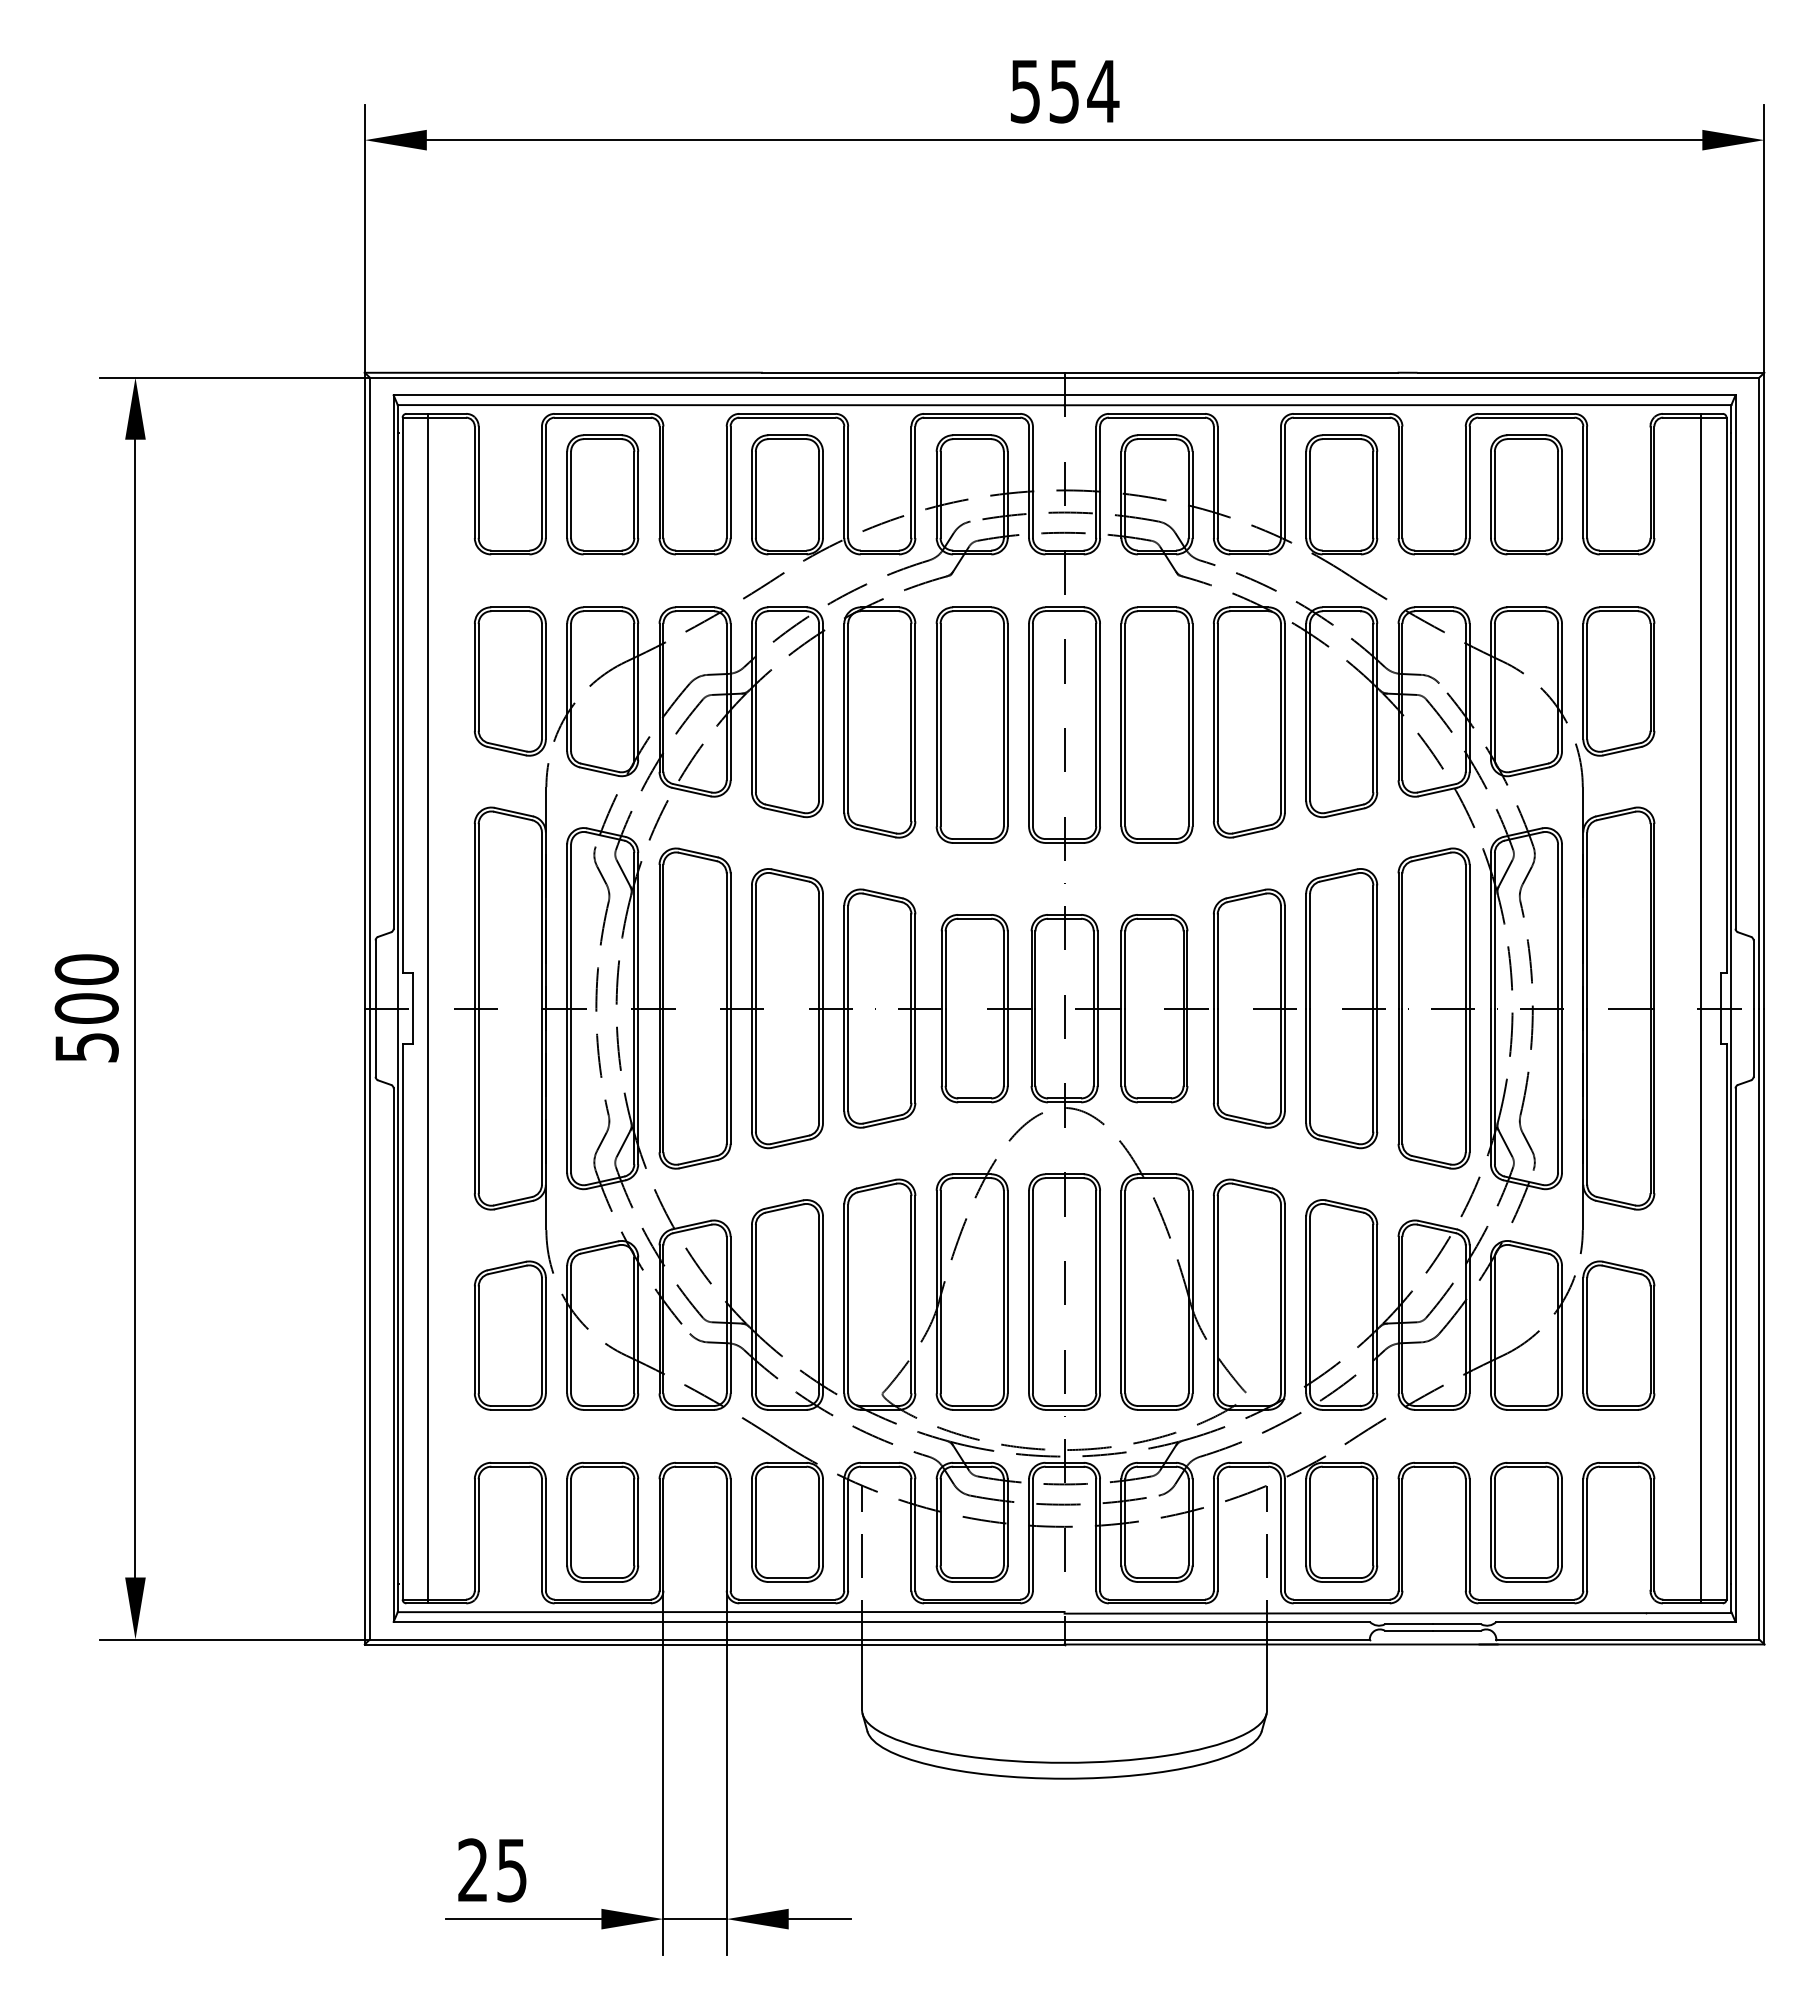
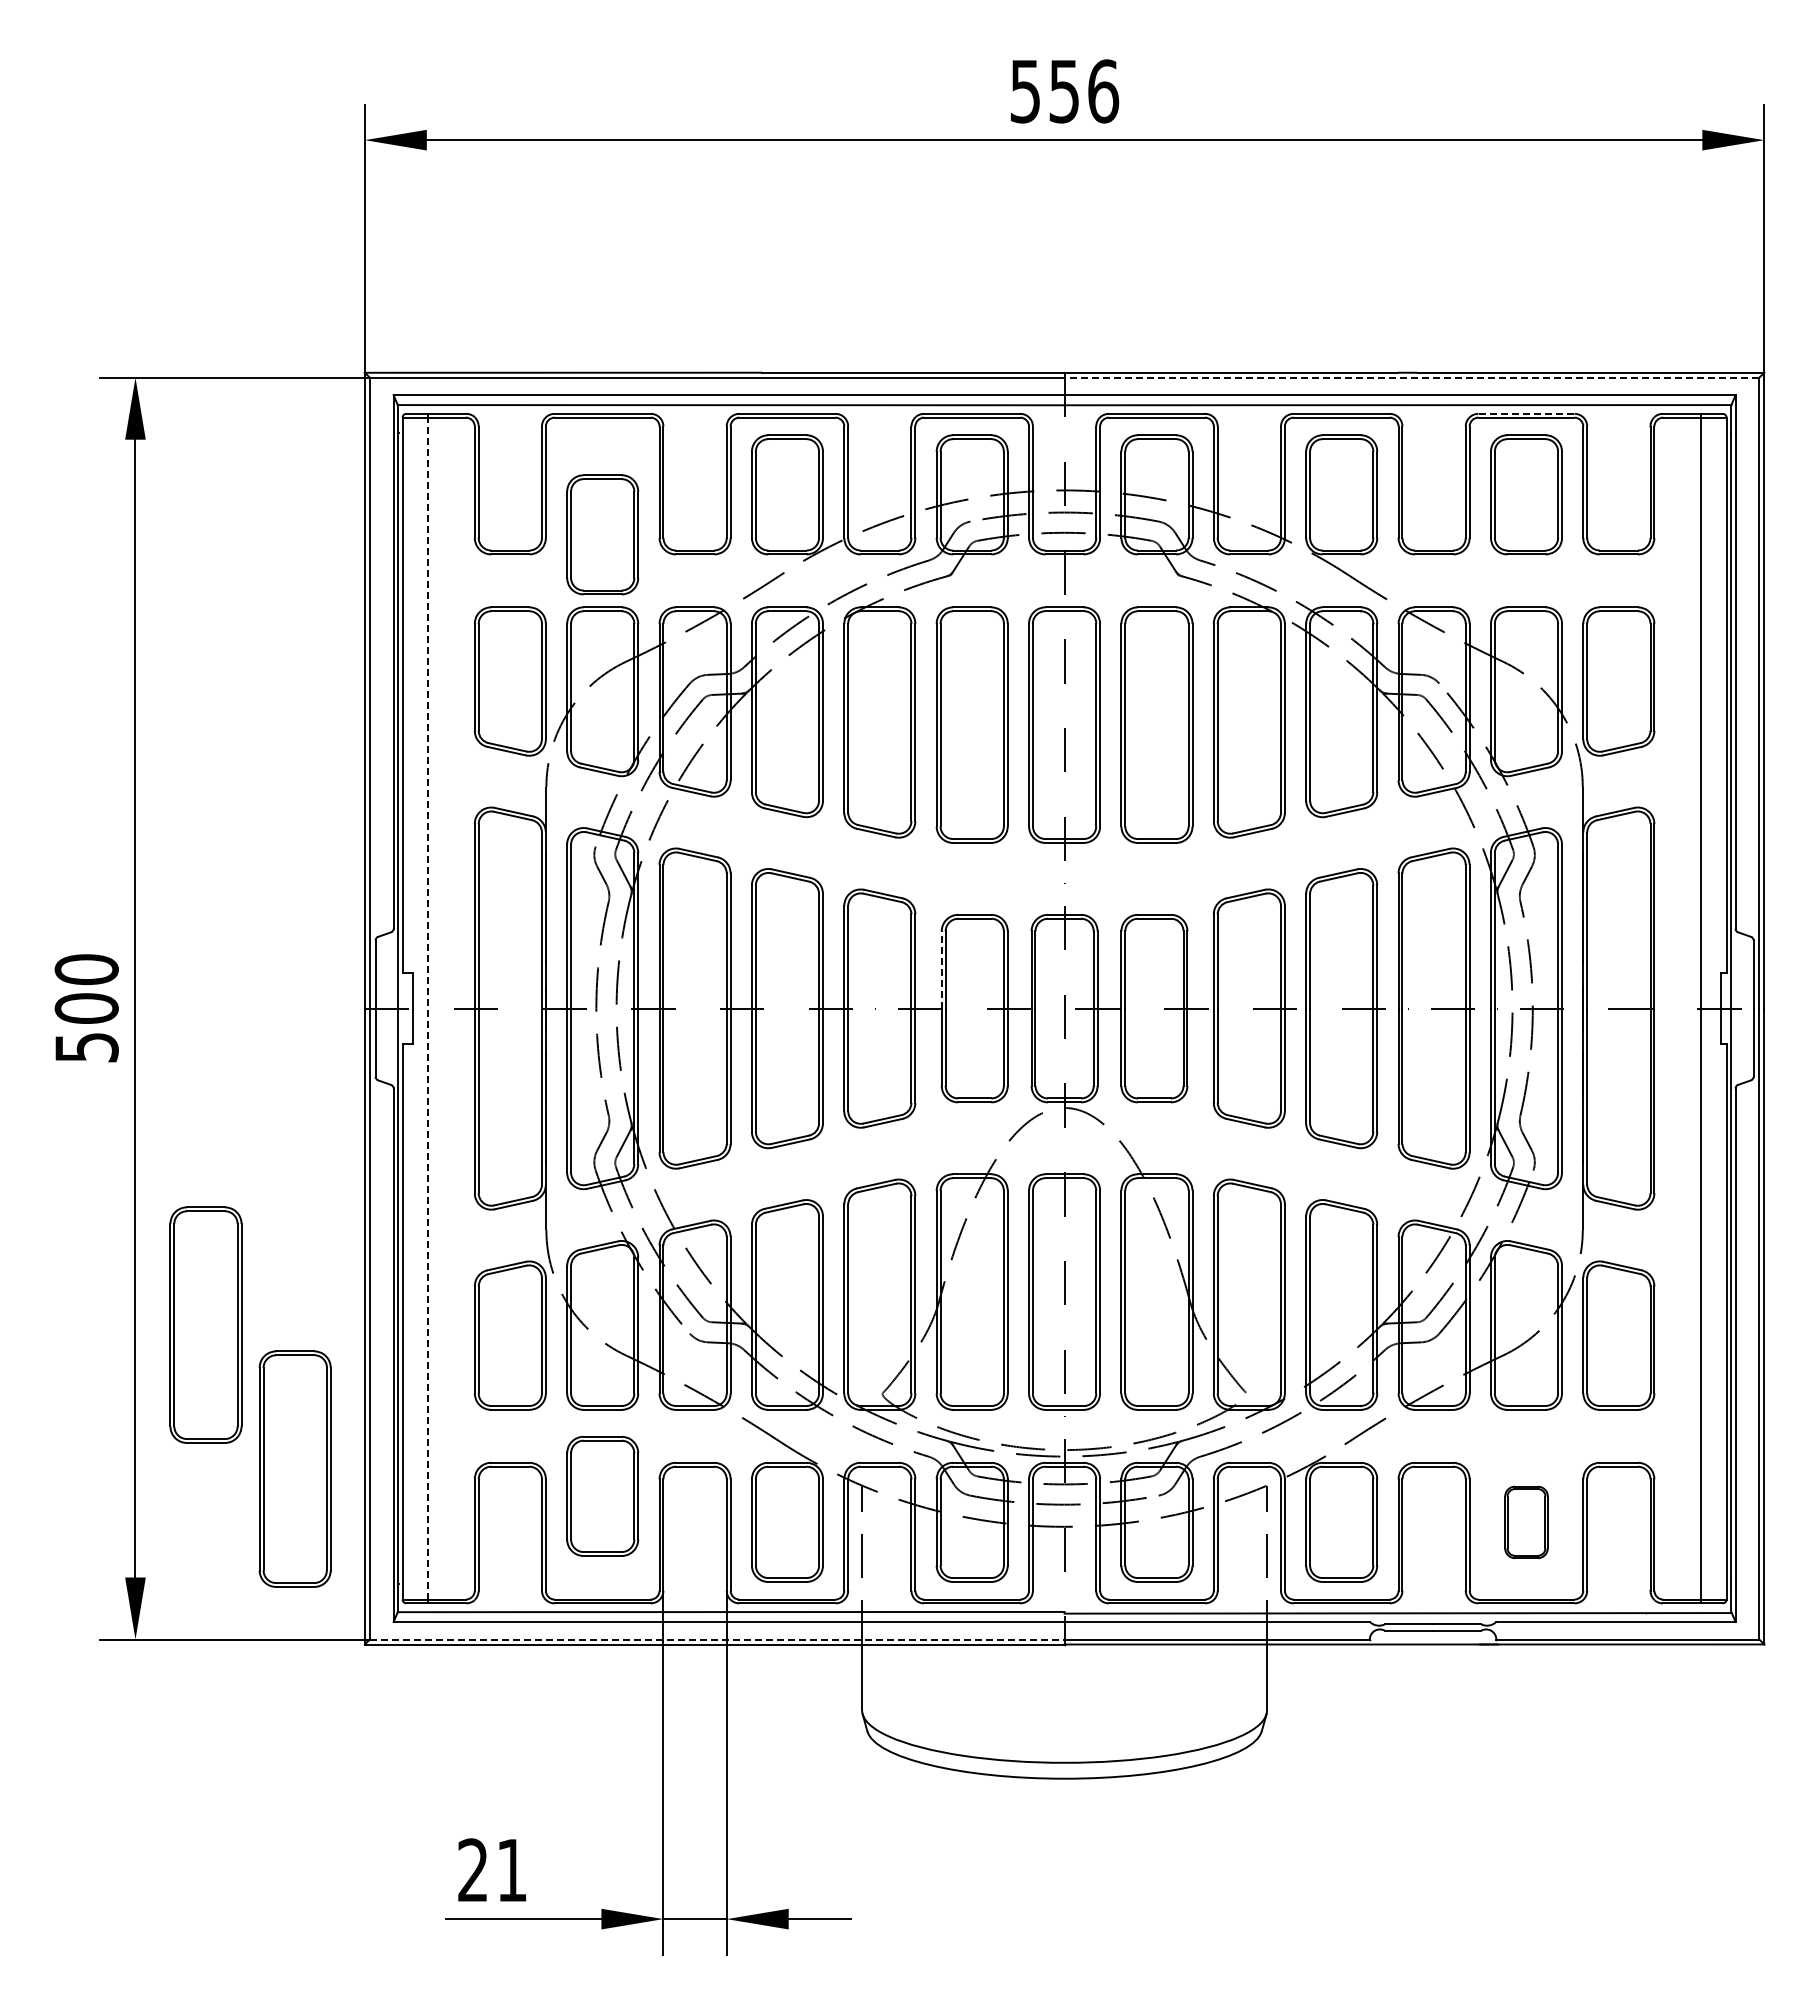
text at (1103, 91): 554 -> 556
line at (1411, 377): solid -> dashed
line at (1526, 413): solid -> dashed
part at (602, 494) position: (602, 494) -> (602, 534)
line at (941, 969): solid -> dashed
line at (427, 1008): solid -> dashed
part at (205, 1324): none -> present
part at (294, 1468): none -> present
part at (602, 1522) position: (602, 1522) -> (602, 1496)
part at (1526, 1522) size: 73x121 px -> 45x75 px
line at (717, 1639): solid -> dashed
text at (511, 1870): 25 -> 21
